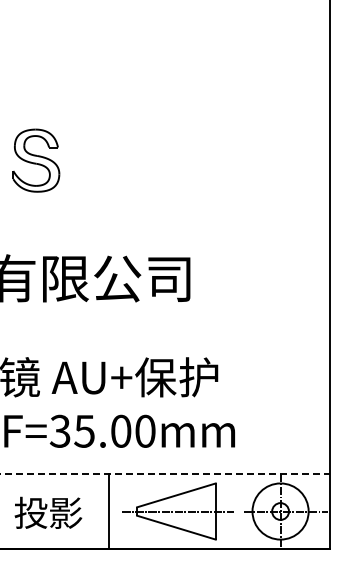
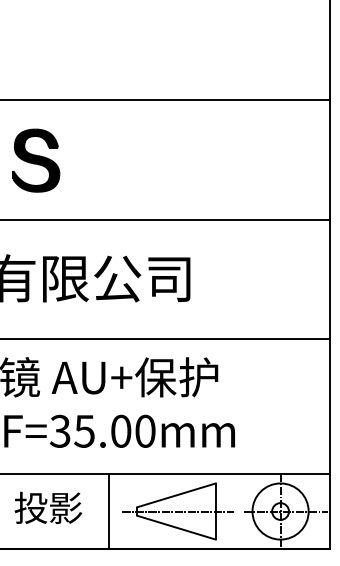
line at (165, 99): none -> present
fill at (36, 160): none -> present
line at (165, 219): none -> present
line at (165, 339): none -> present
line at (165, 474): dashed -> solid
text at (48, 512) position: (48, 512) -> (48, 507)
